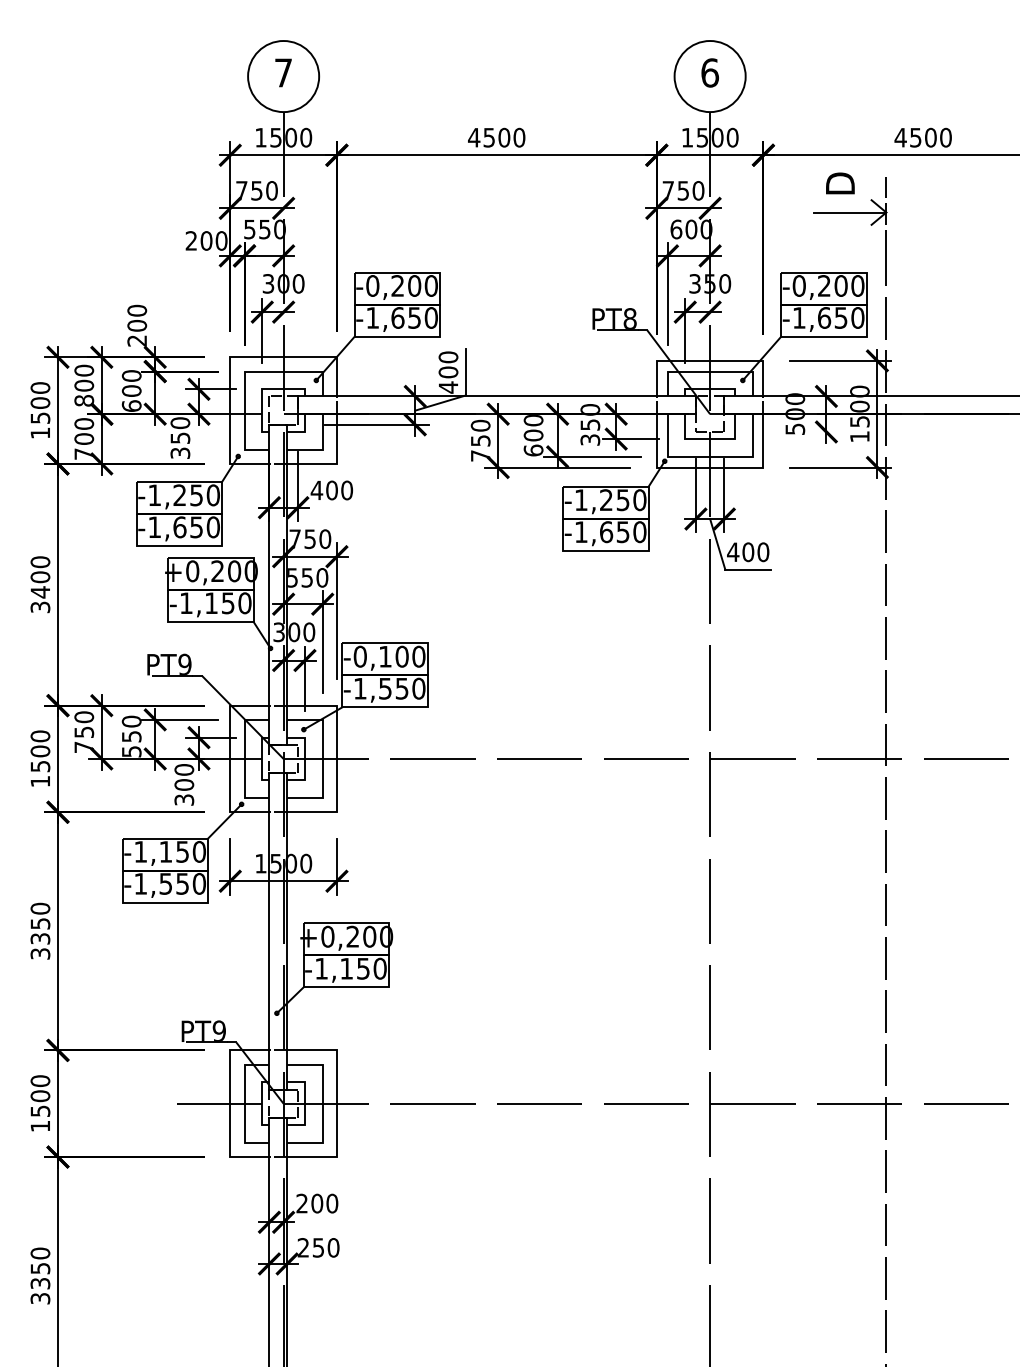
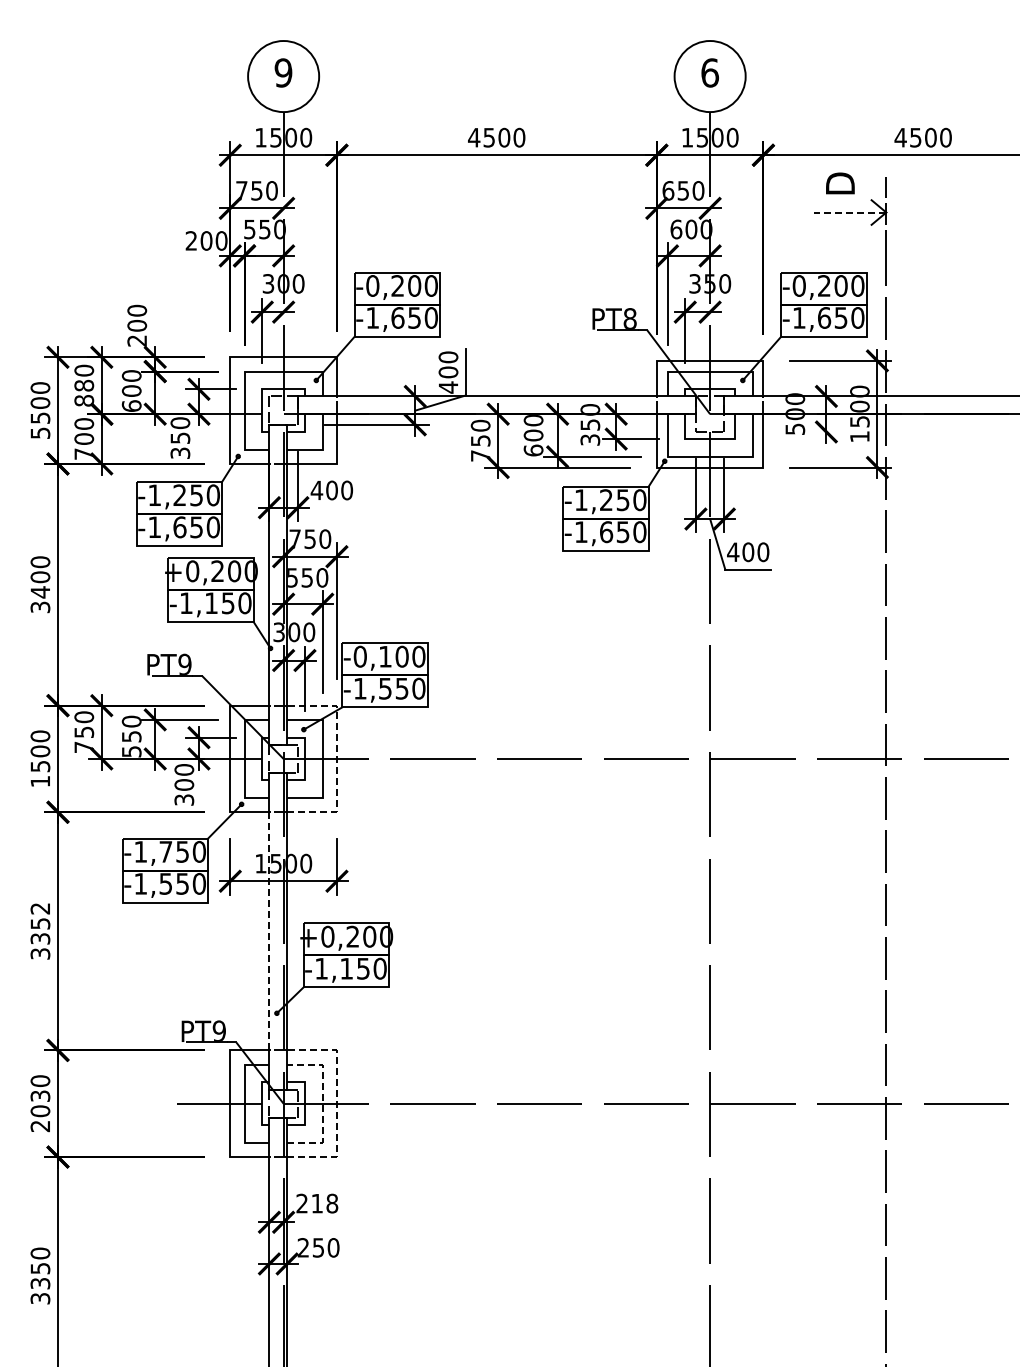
text at (283, 72): 7 -> 9
text at (668, 190): 750 -> 650
line at (850, 212): solid -> dashed
text at (83, 385): 800 -> 880
text at (40, 432): 1500 -> 5500
line at (336, 758): solid -> dashed
text at (165, 851): -1,150 -> -1,750
text at (40, 908): 3350 -> 3352
line at (269, 930): solid -> dashed
line at (322, 1103): solid -> dashed
line at (336, 1103): solid -> dashed
text at (40, 1111): 1500 -> 2030
text at (324, 1203): 200 -> 218
